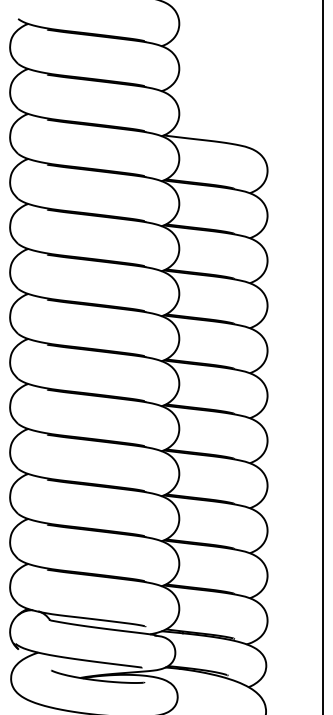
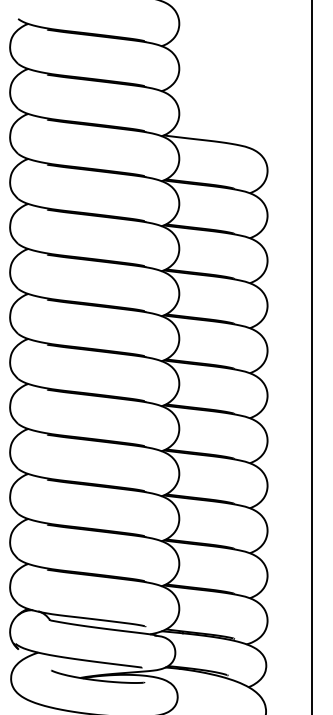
line at (322, 356) position: (322, 356) -> (311, 356)
